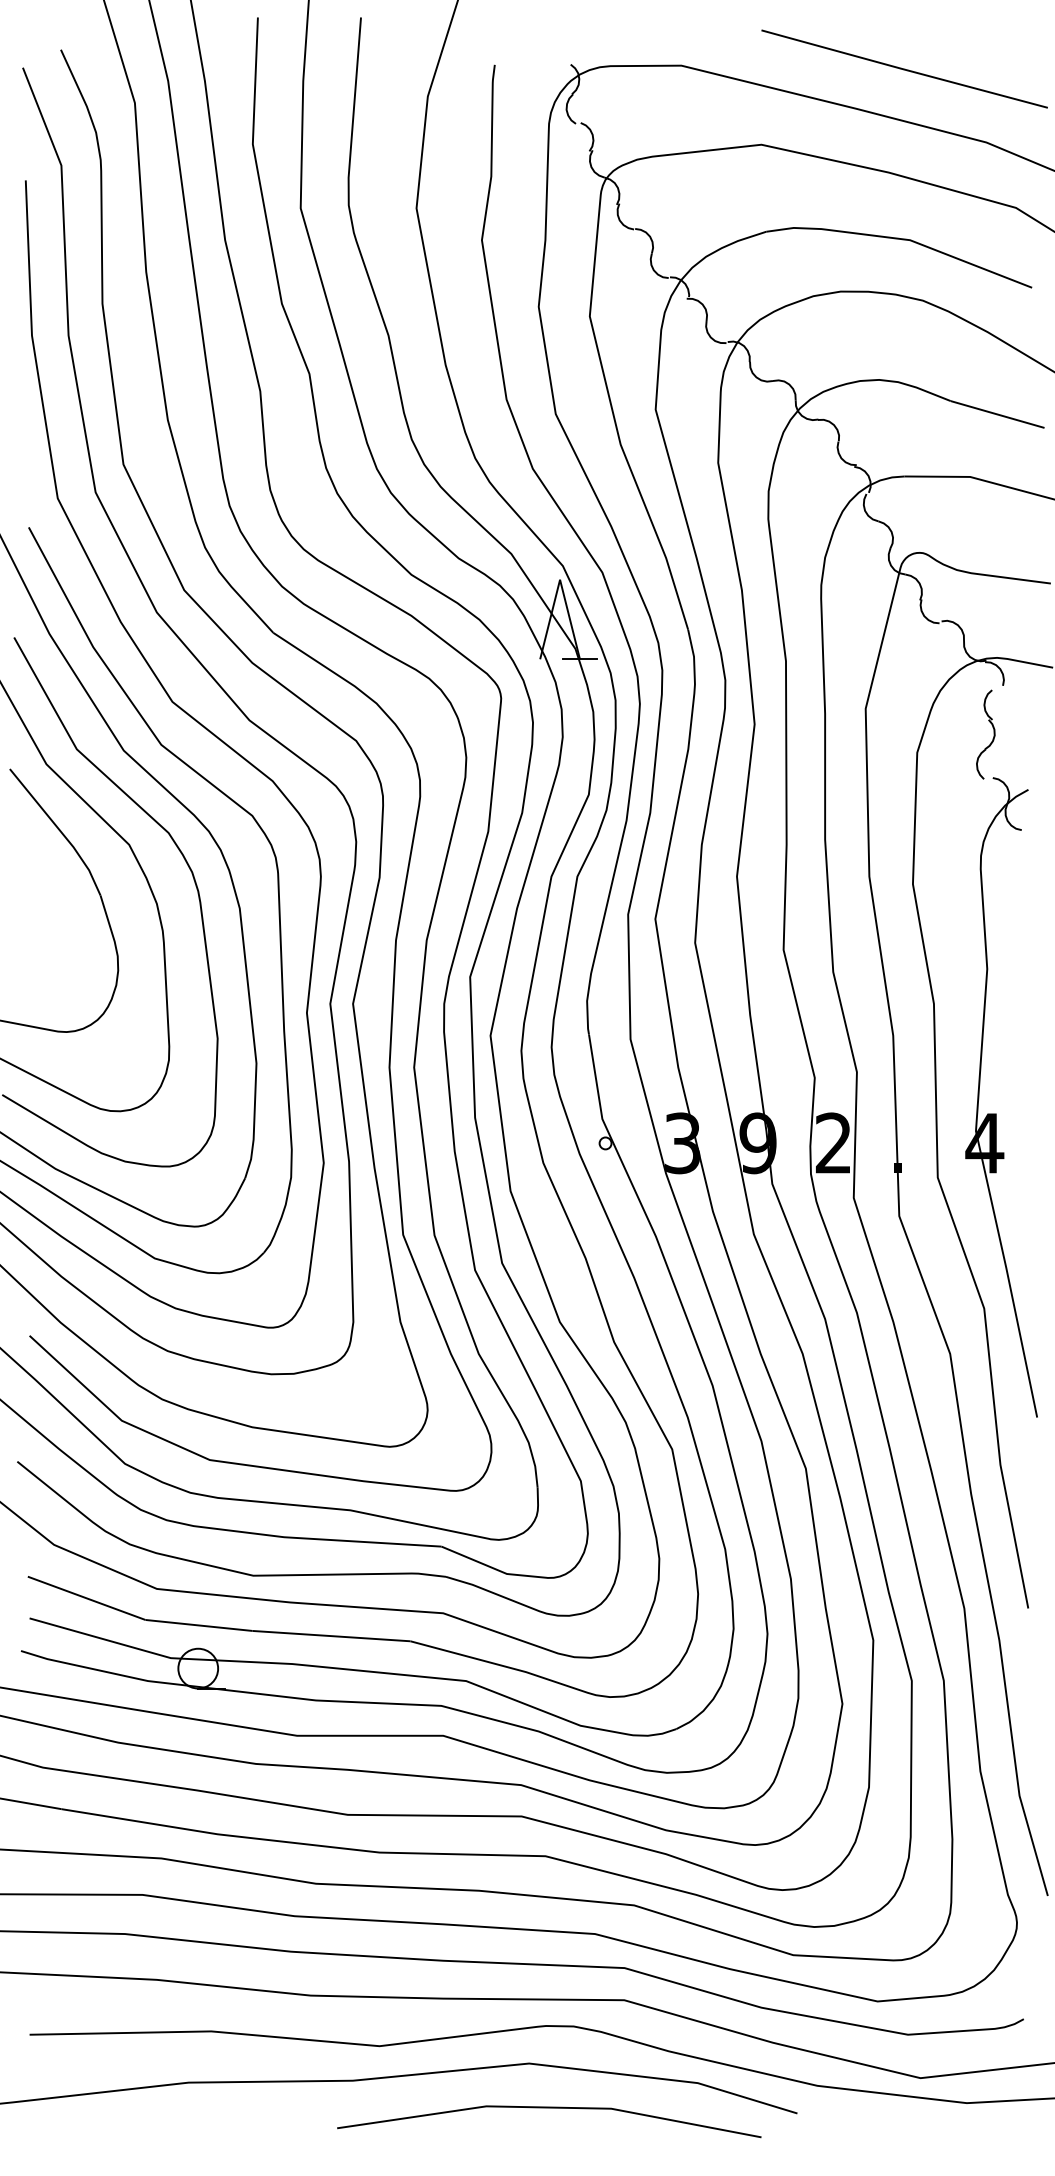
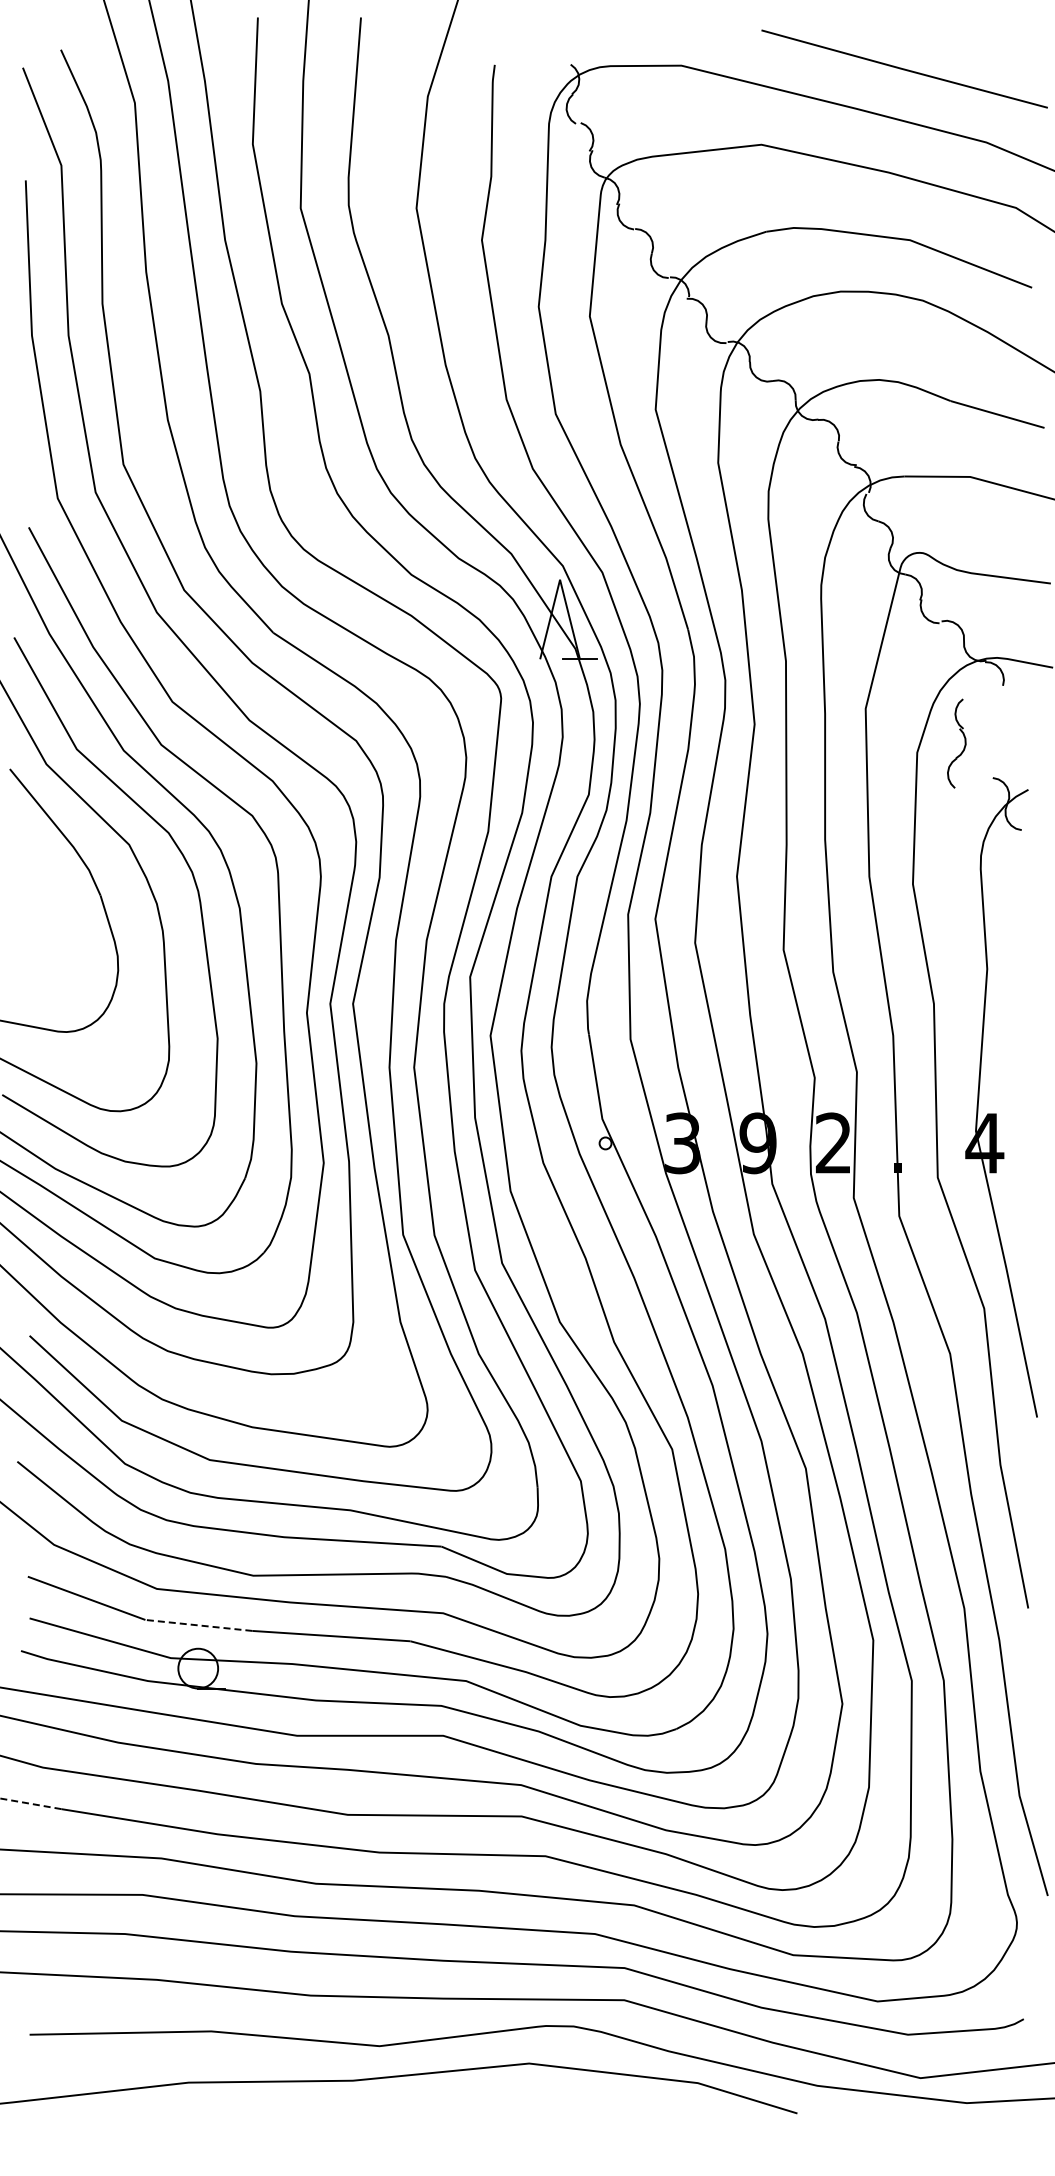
part at (993, 734) position: (993, 734) -> (964, 743)
line at (198, 1625): solid -> dashed
line at (30, 1803): solid -> dashed
line at (549, 2108): present -> none
